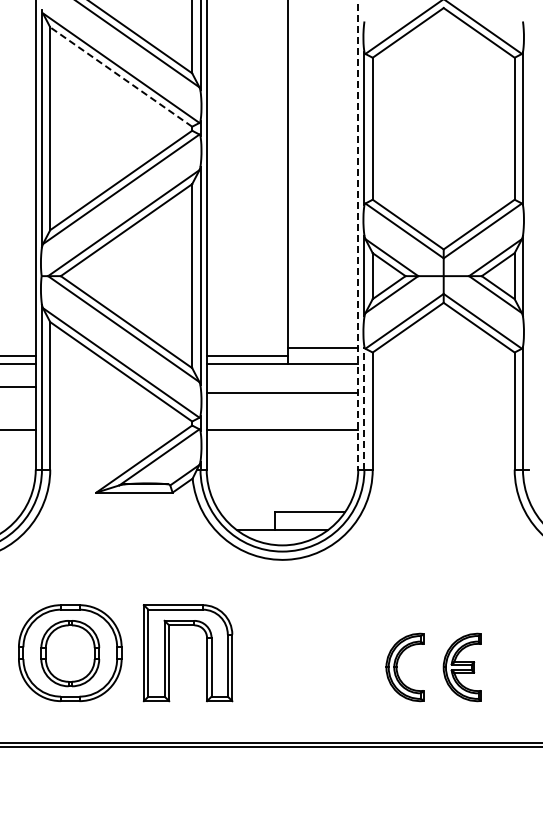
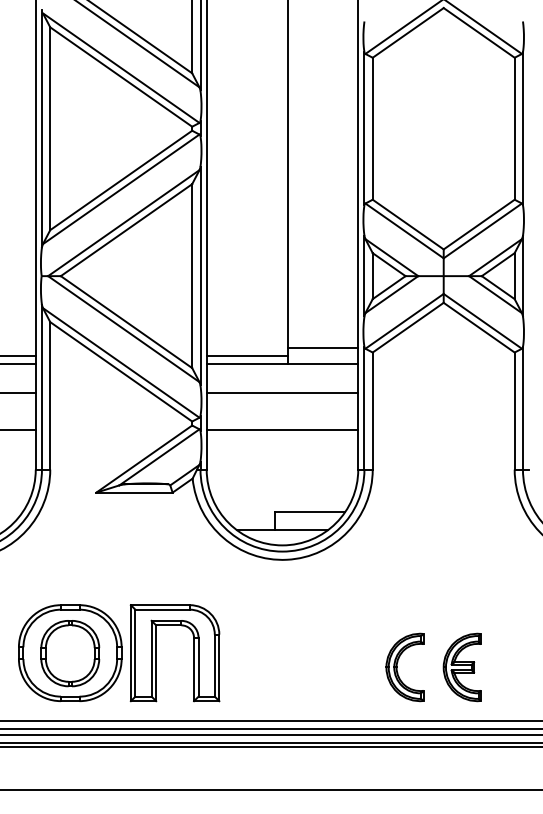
line at (121, 77): dashed -> solid
line at (358, 235): dashed -> solid
line at (18, 387) position: (18, 387) -> (18, 393)
line at (364, 407): dashed -> solid
part at (169, 653) position: (169, 653) -> (156, 653)
line at (270, 720): none -> present
line at (270, 729): none -> present
line at (270, 734): none -> present
line at (270, 789): none -> present
